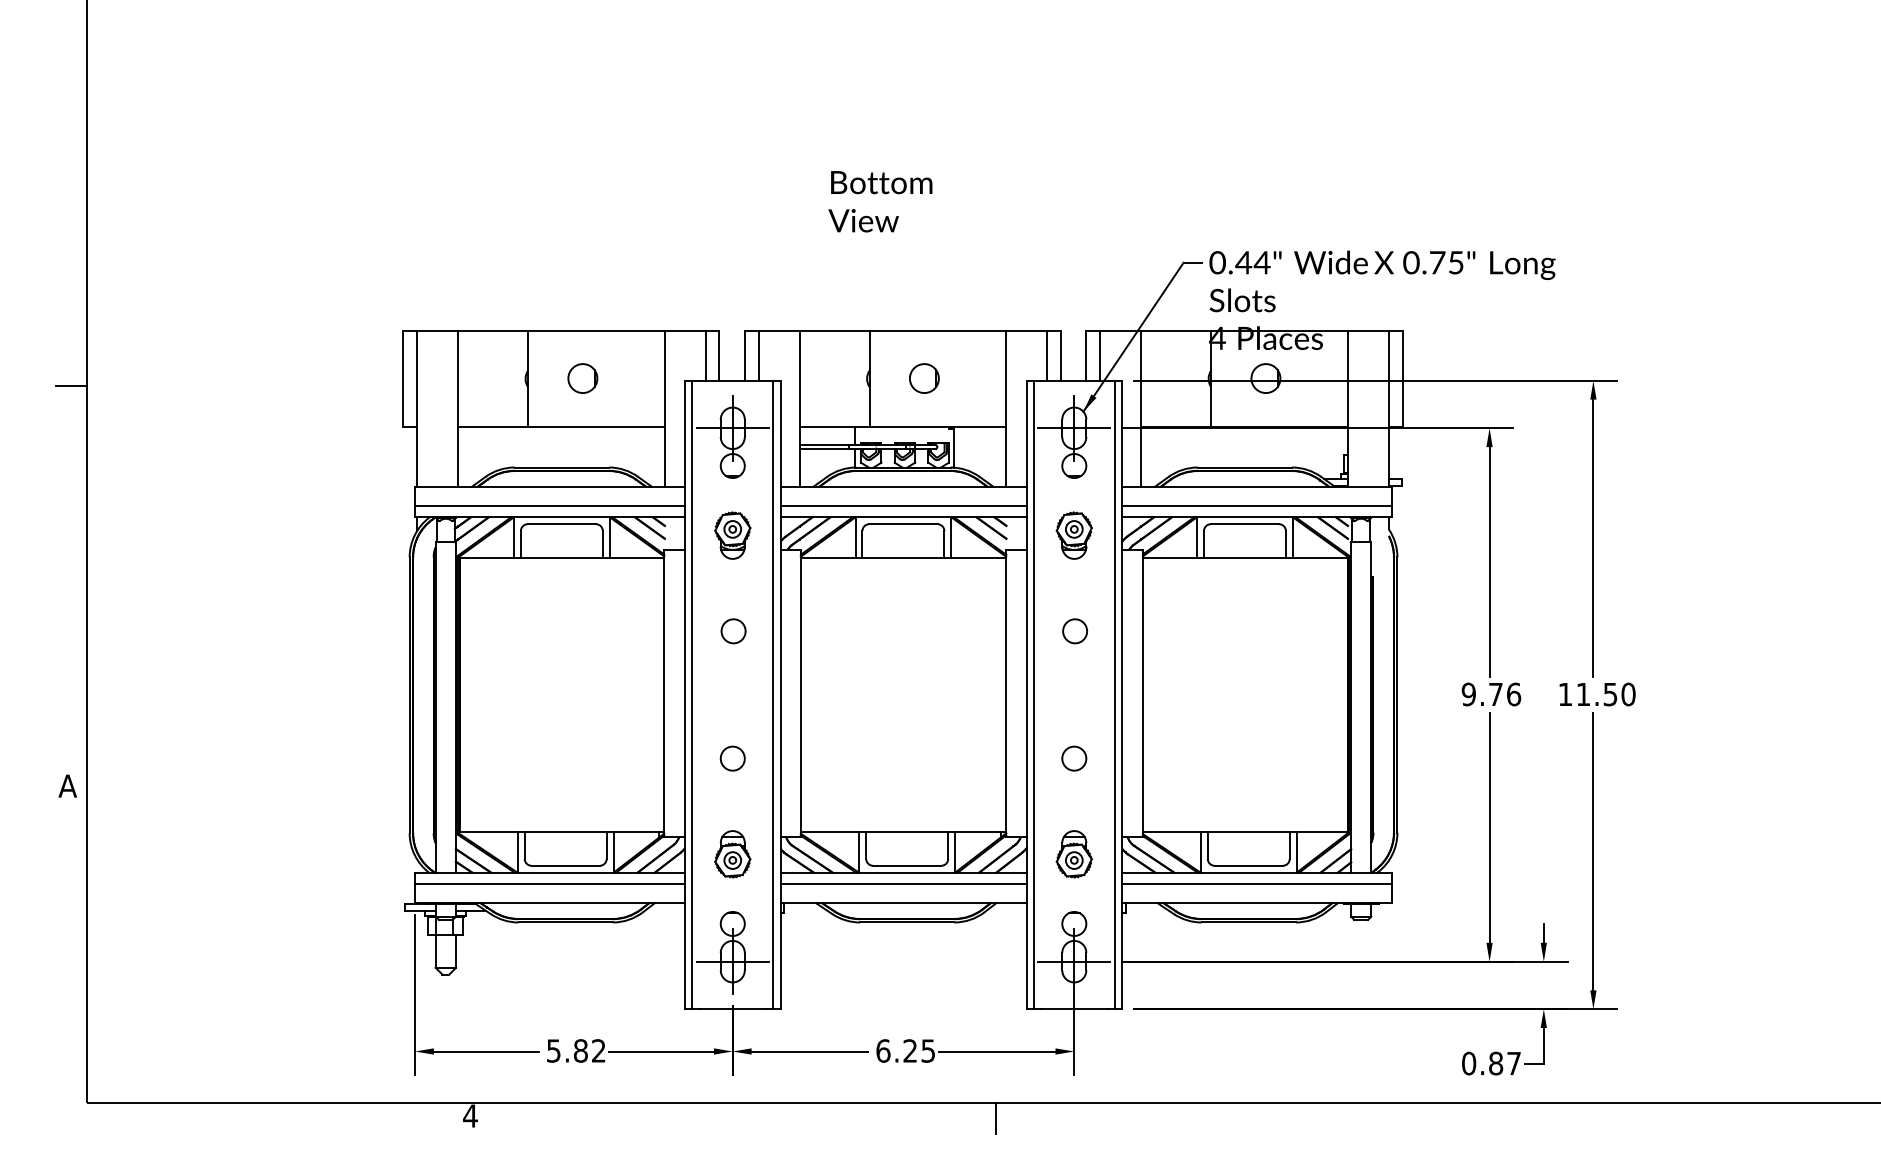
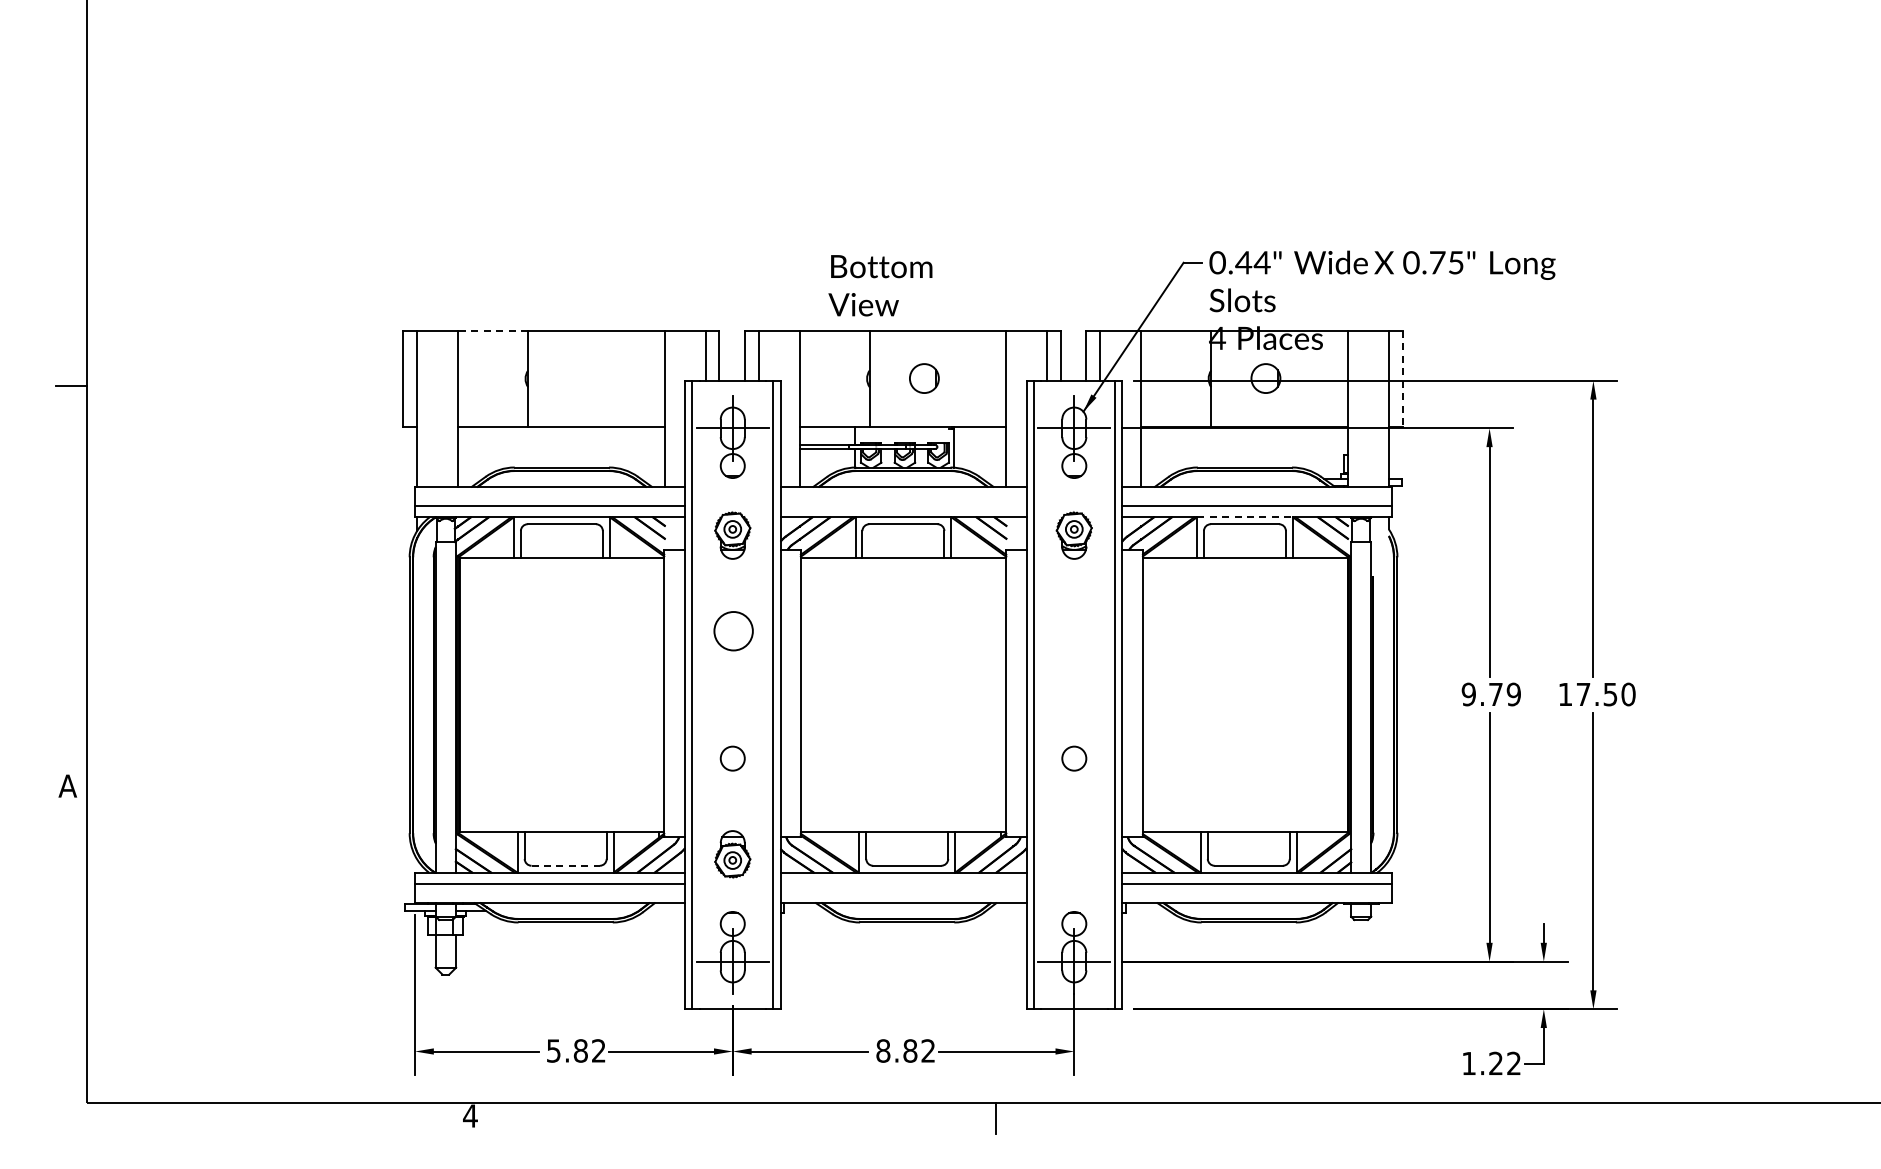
text at (880, 201) position: (880, 201) -> (880, 285)
line at (492, 330): solid -> dashed
part at (582, 378): present -> none
line at (1402, 378): solid -> dashed
line at (903, 506): present -> none
line at (1244, 517): solid -> dashed
circle at (733, 631) size: 27x27 px -> 41x41 px
circle at (1074, 631): present -> none
text at (1513, 694): 9.76 -> 9.79
text at (1583, 694): 11.50 -> 17.50
part at (1073, 854): present -> none
line at (566, 865): solid -> dashed
line at (903, 883): present -> none
text at (905, 1050): 6.25 -> 8.82
text at (1491, 1063): 0.87 -> 1.22
